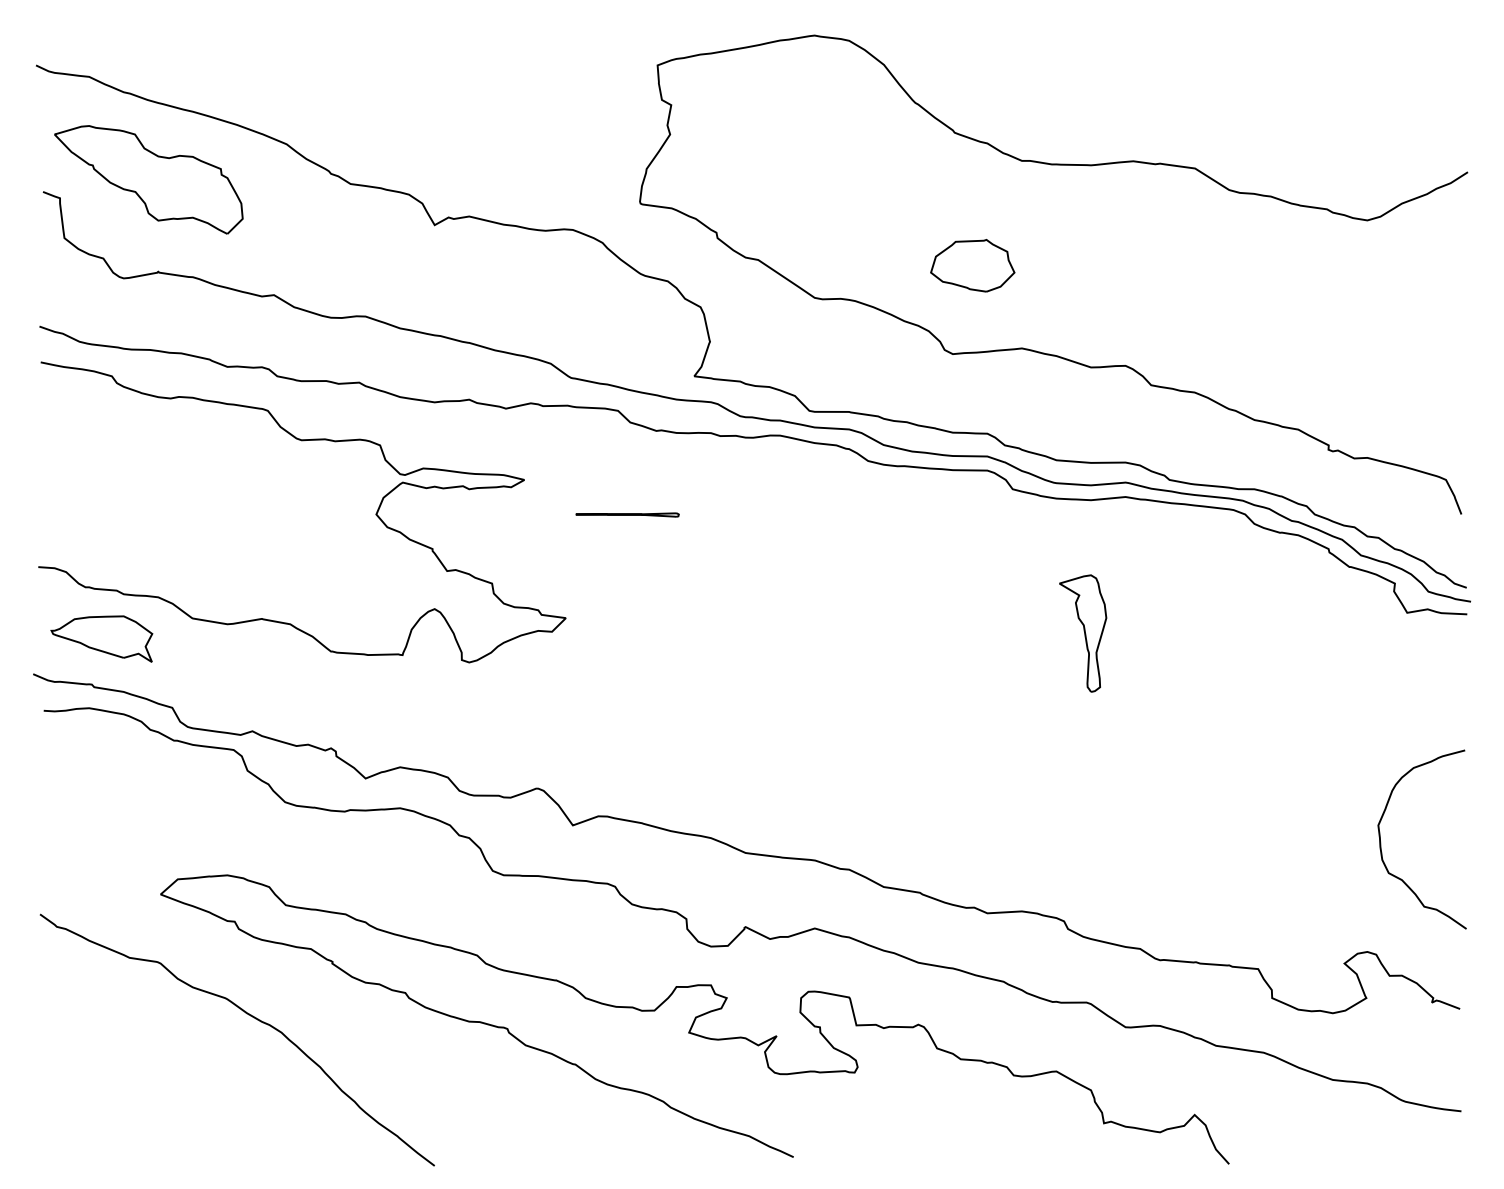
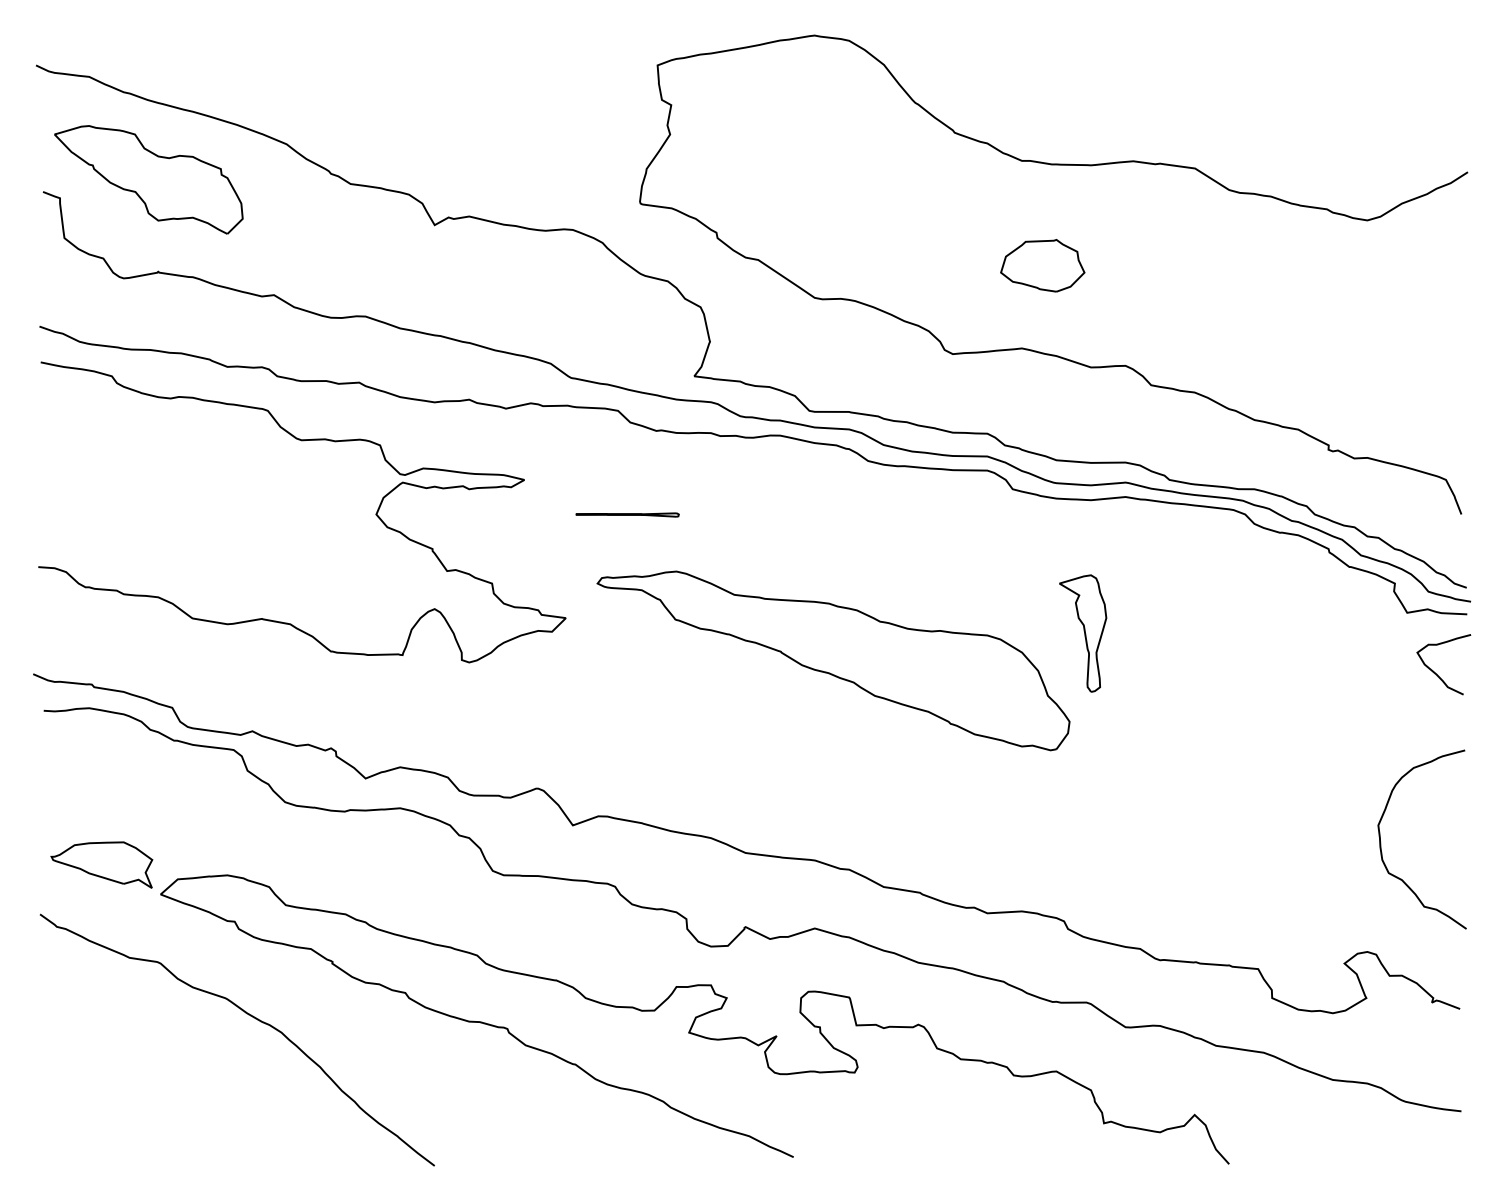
part at (972, 265) position: (972, 265) -> (1042, 265)
part at (101, 638) position: (101, 638) -> (101, 864)
part at (833, 660): none -> present
curve at (1435, 672): none -> present
